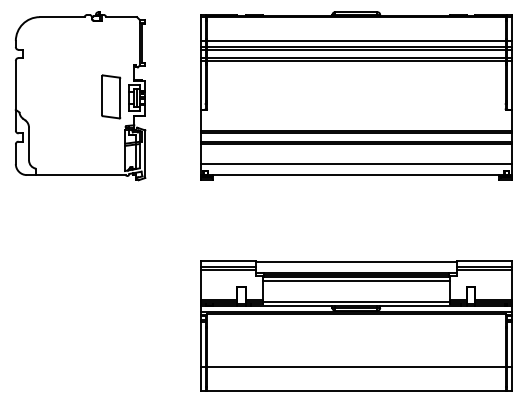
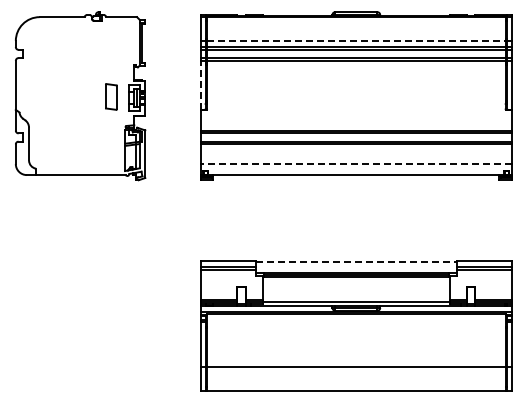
line at (356, 41): solid -> dashed
line at (200, 85): solid -> dashed
part at (111, 96) size: 21x46 px -> 13x28 px
line at (356, 164): solid -> dashed
line at (356, 261): solid -> dashed
line at (355, 281): present -> none
